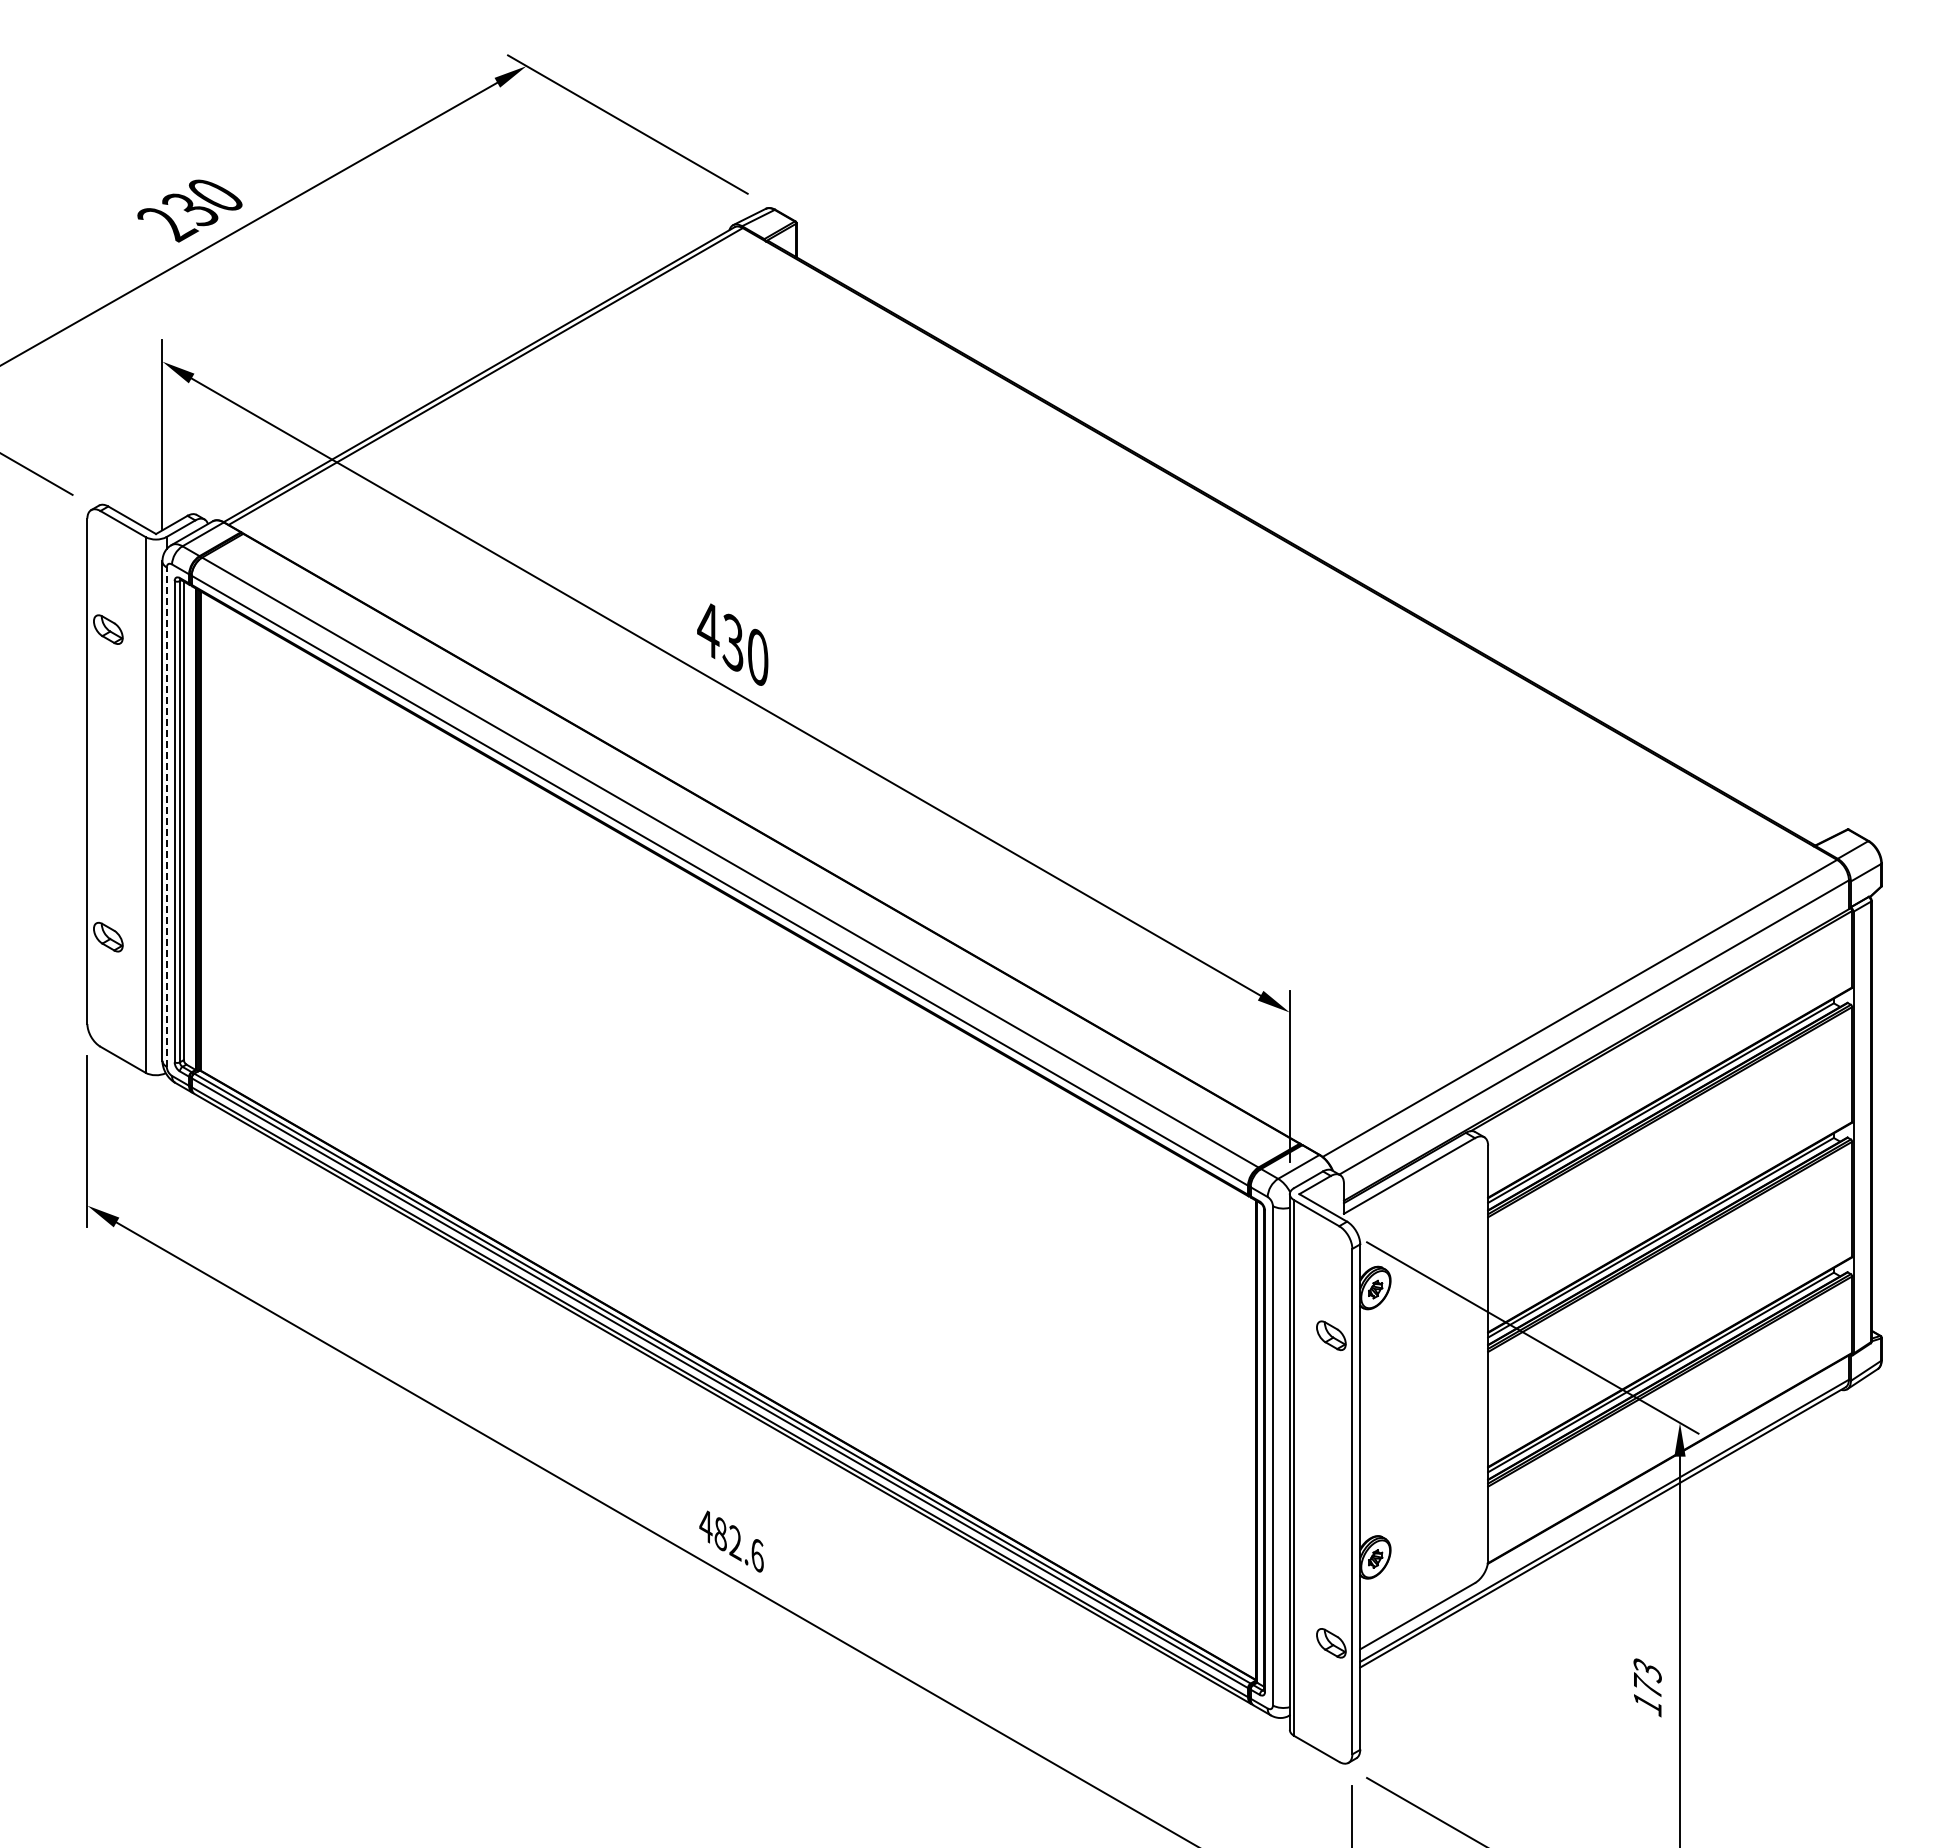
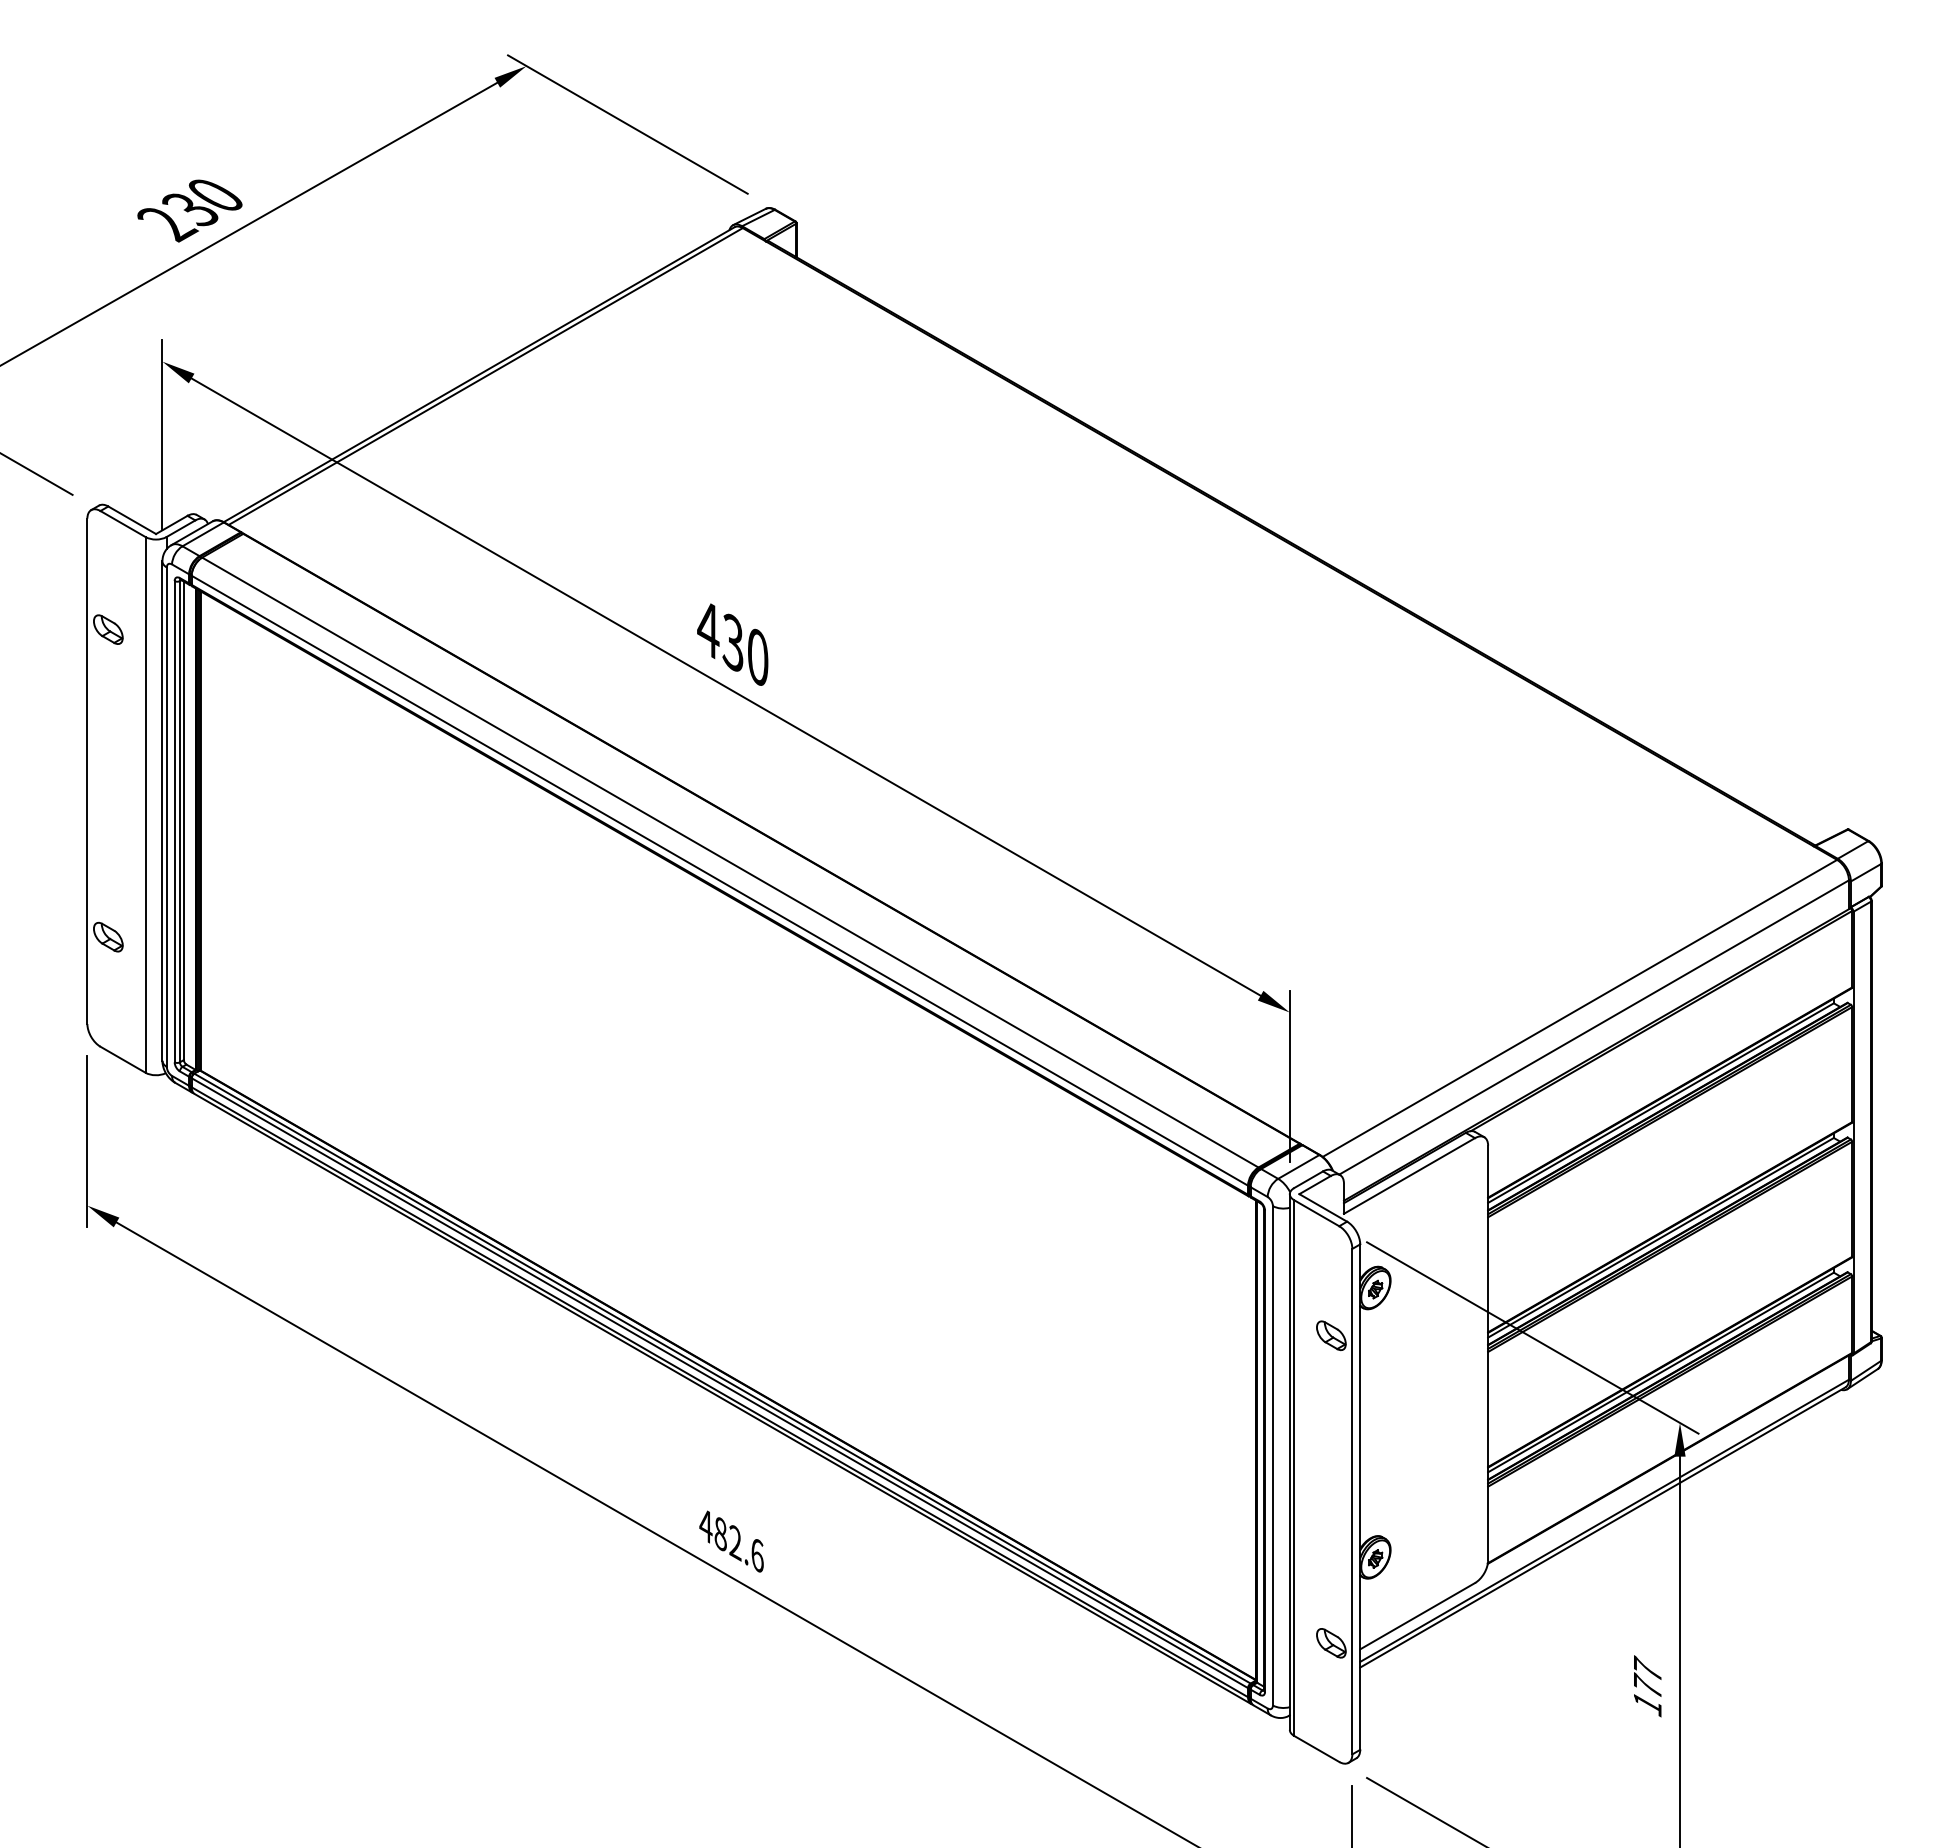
line at (166, 817): dashed -> solid
text at (1647, 1669): 173 -> 177
